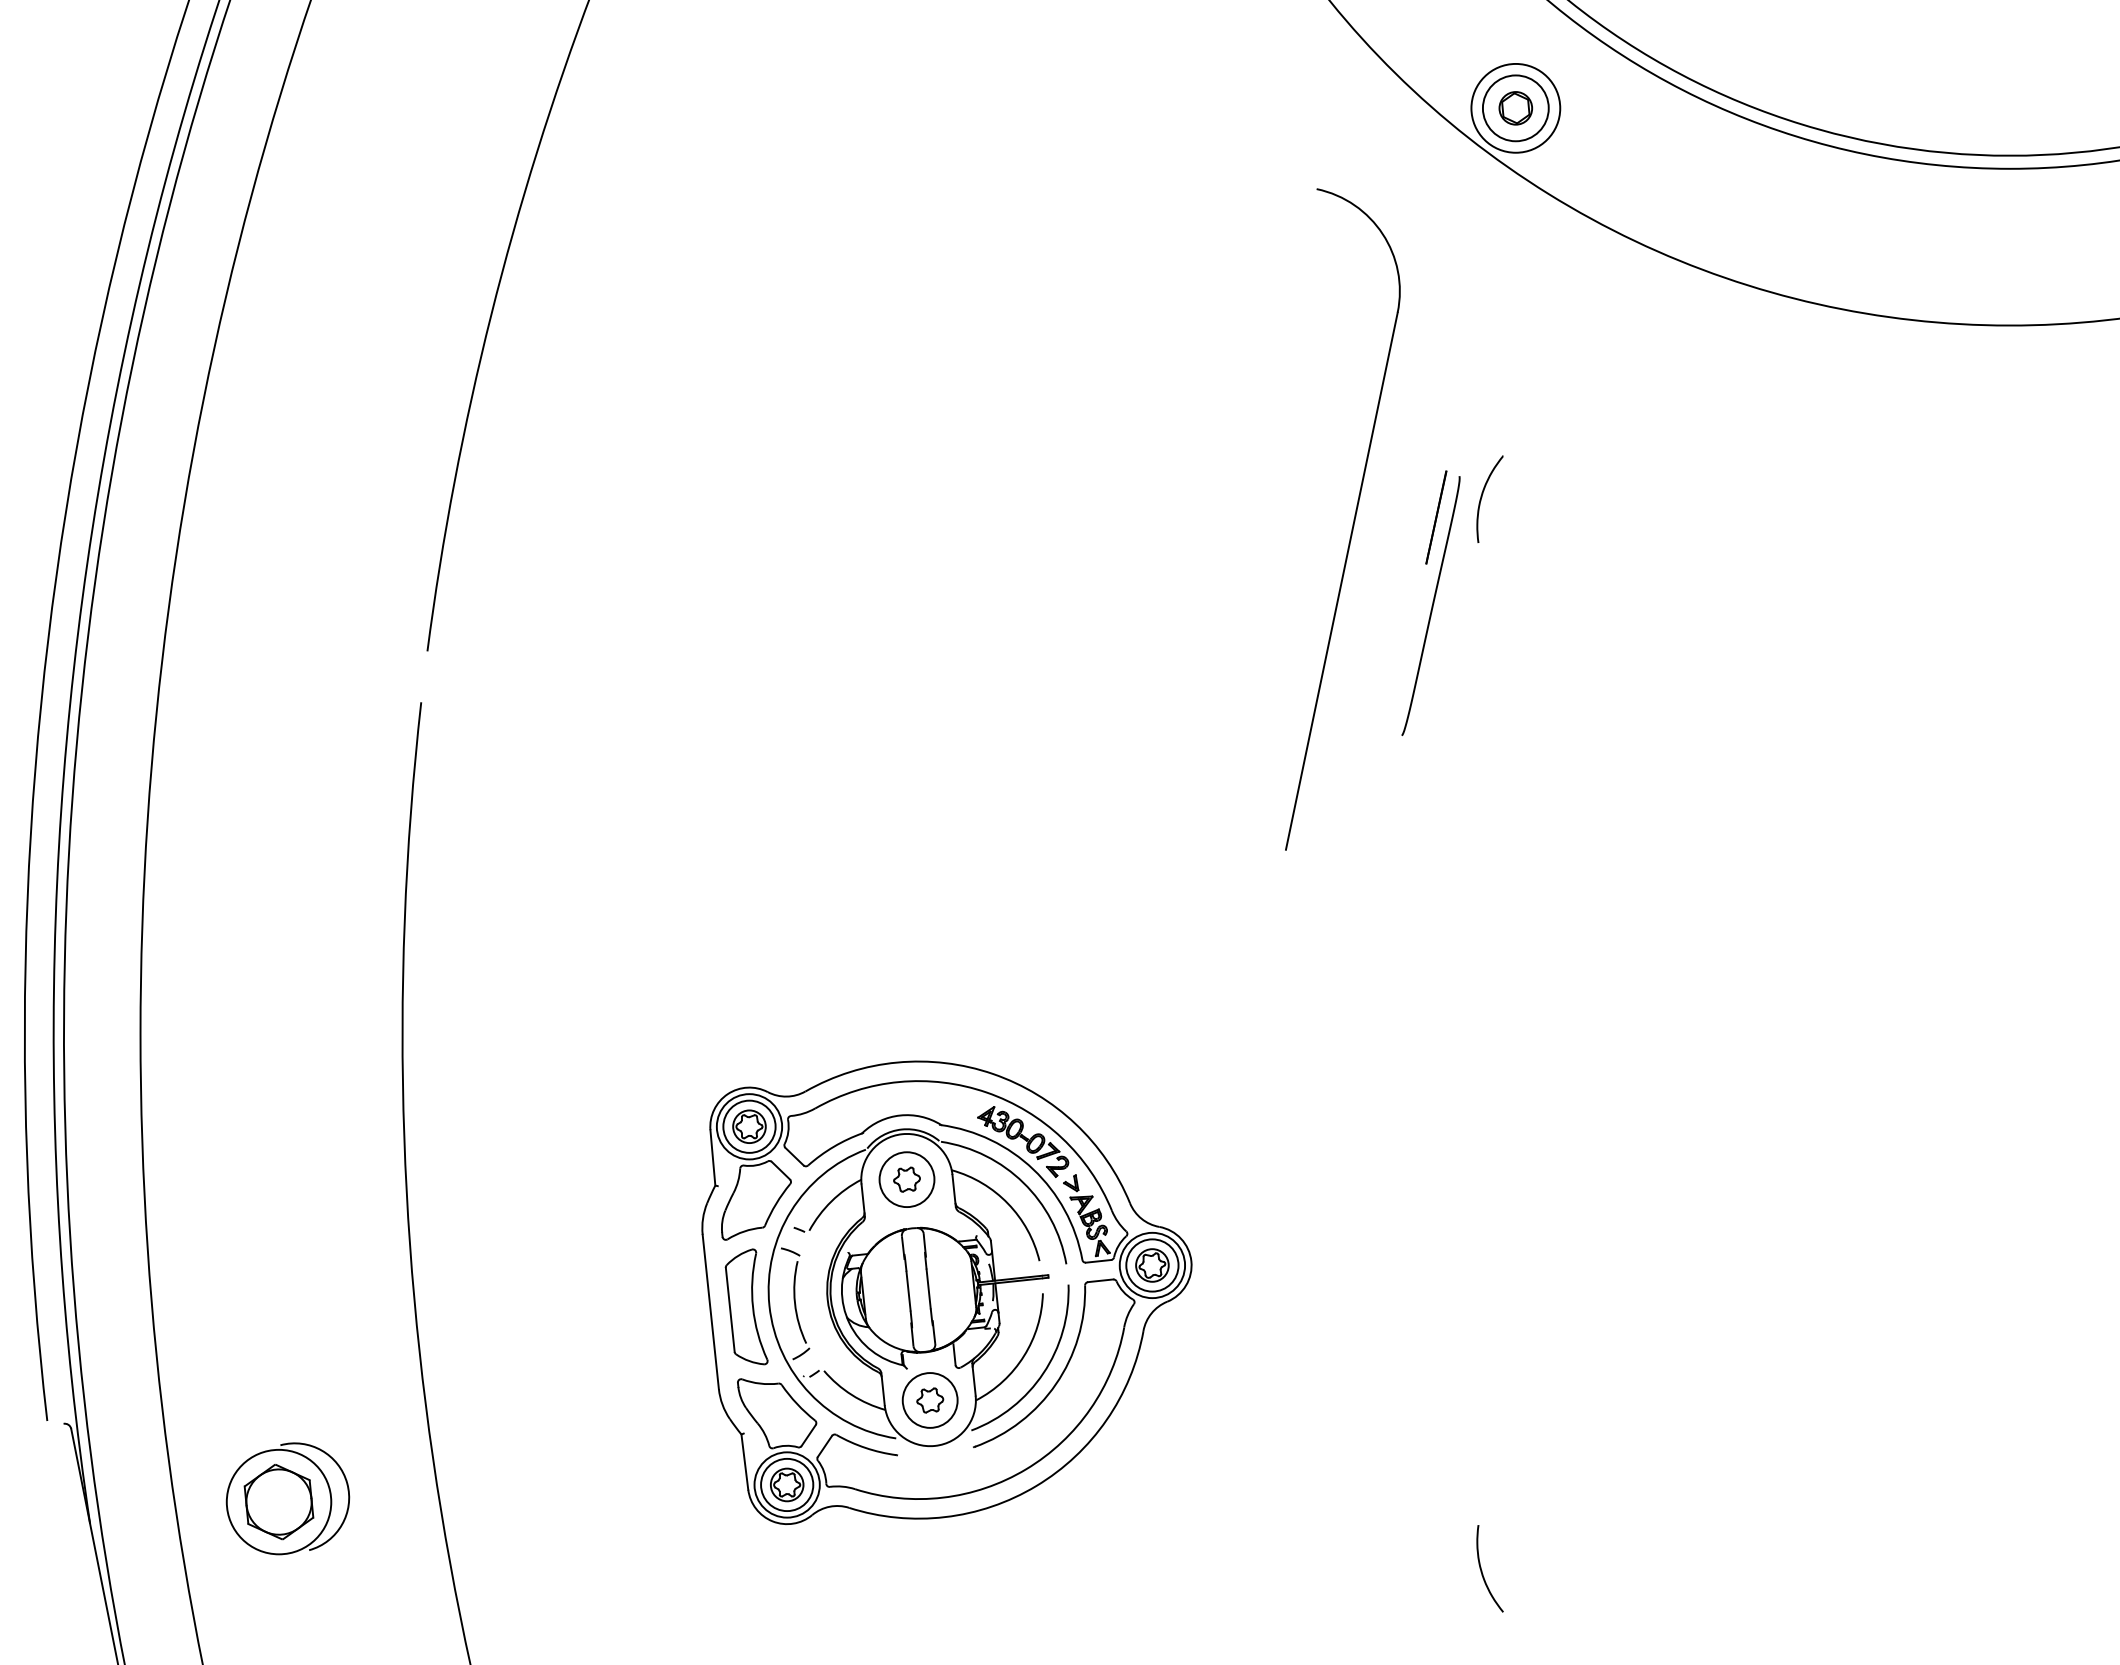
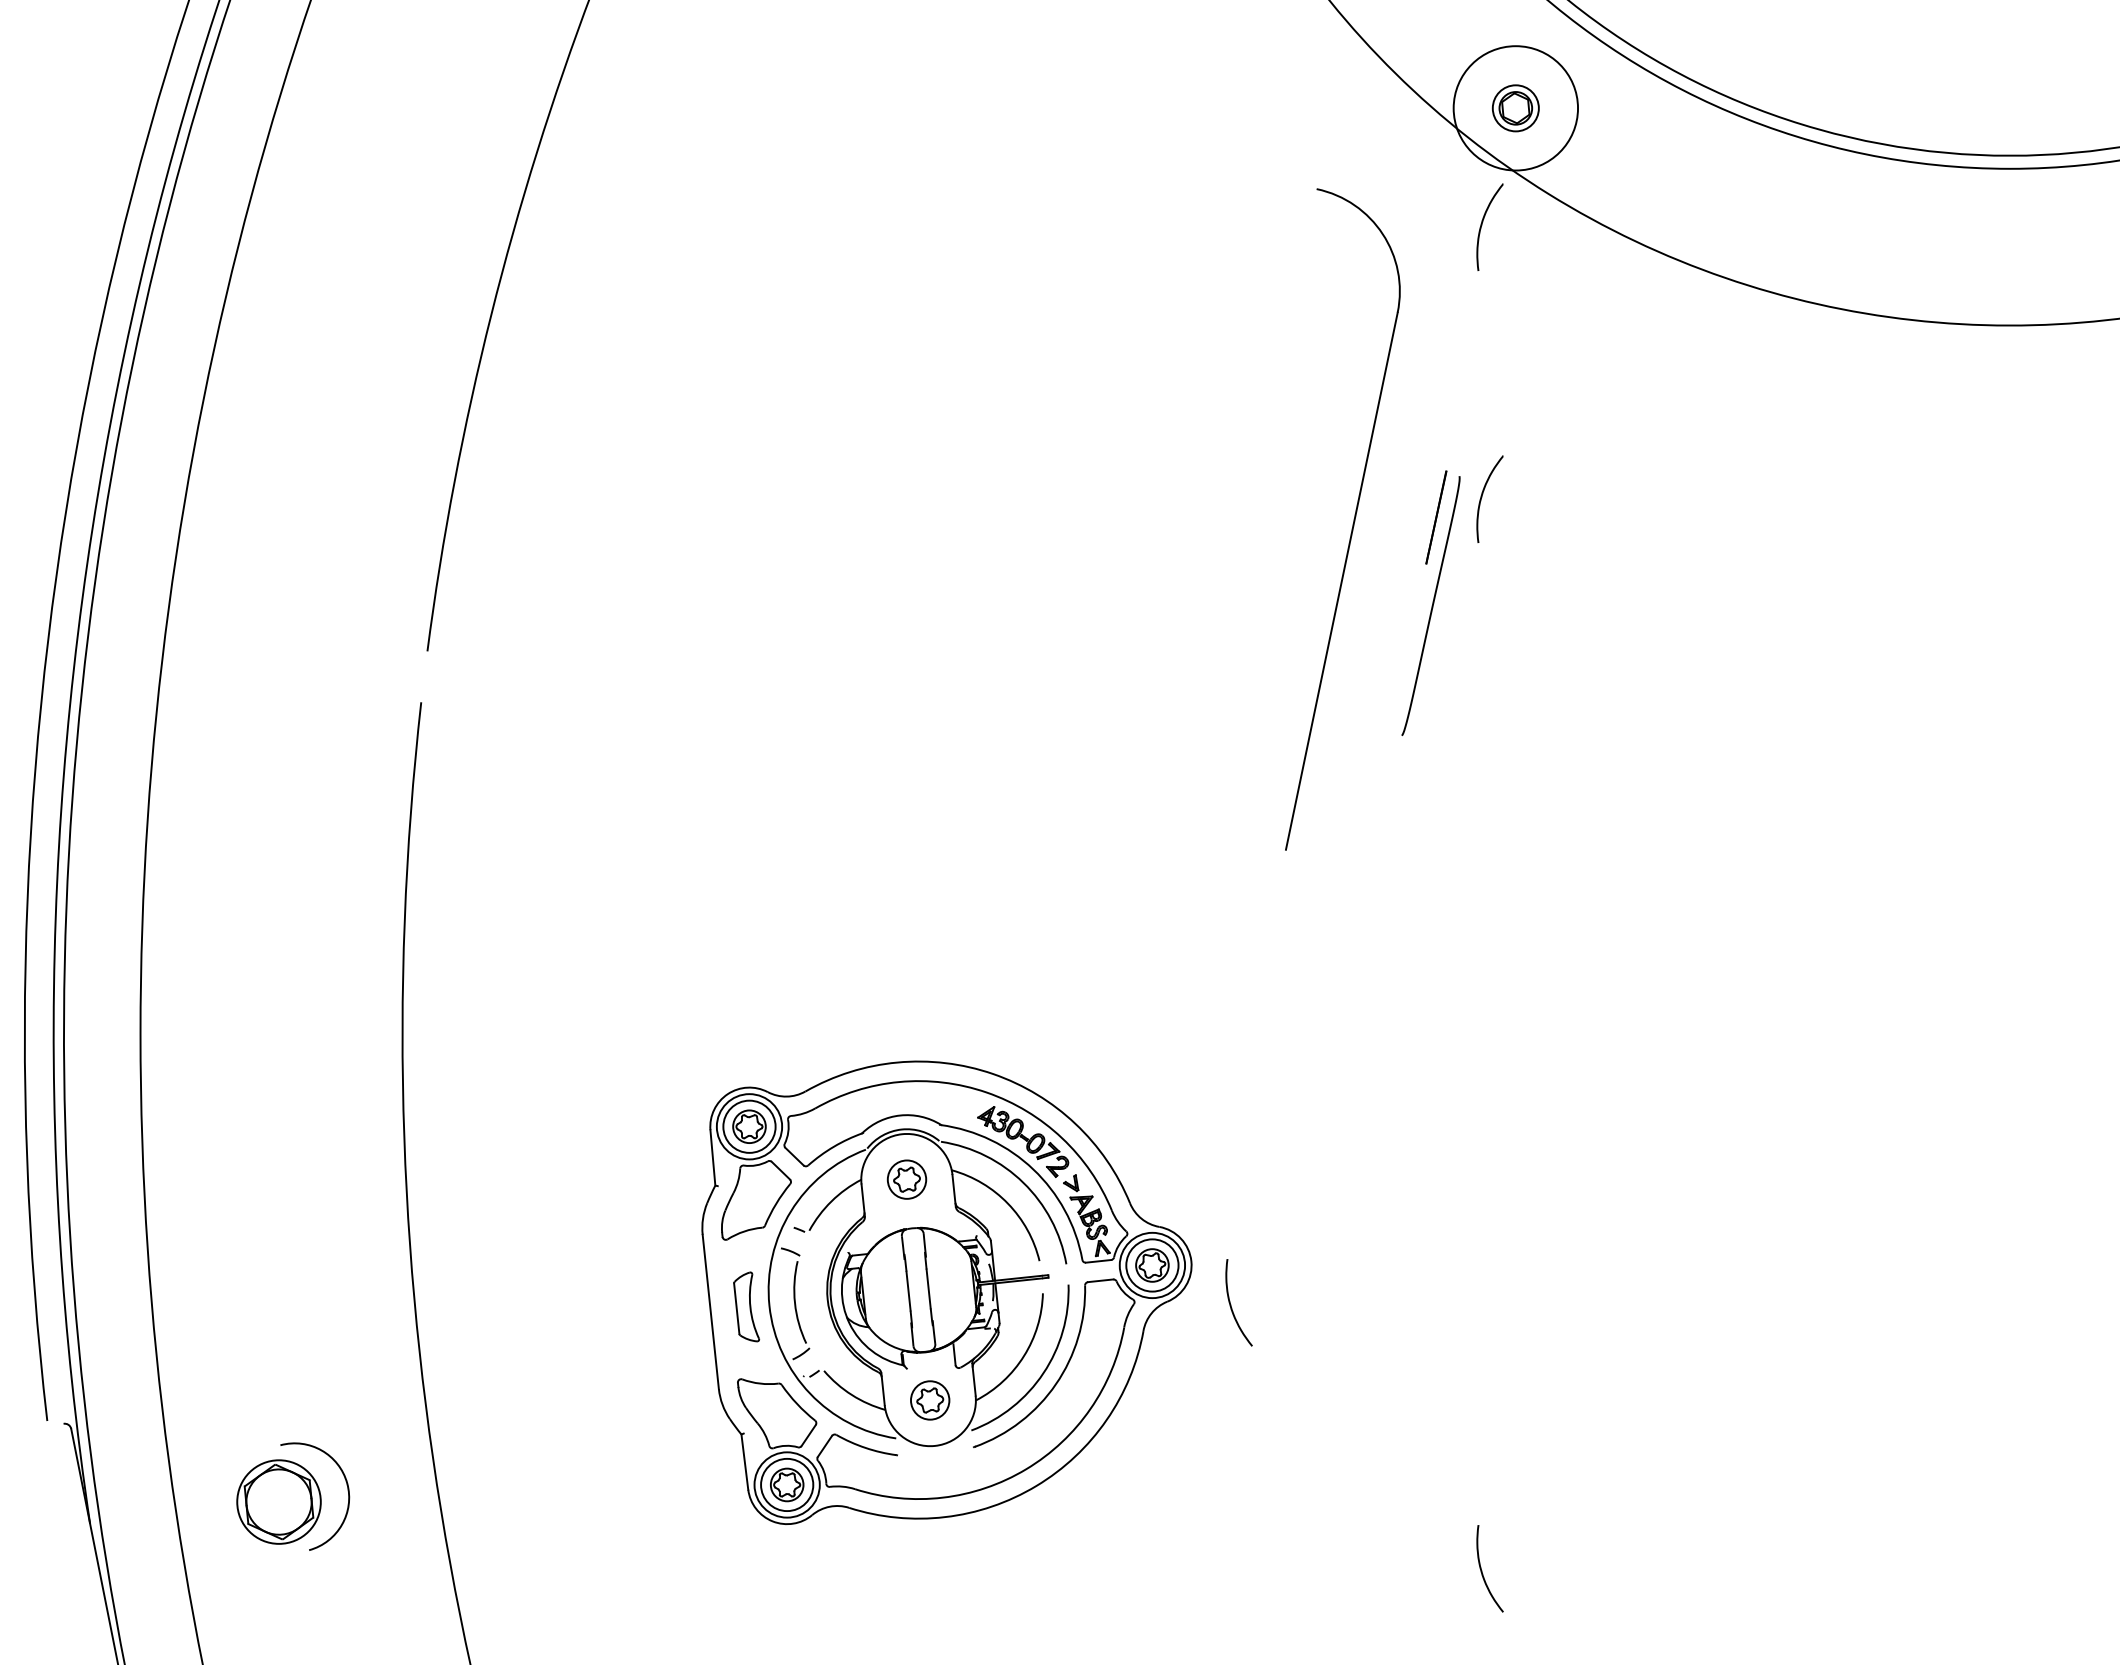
circle at (1515, 107) diameter: 89 px -> 124 px
circle at (1515, 108) diameter: 66 px -> 46 px
curve at (1482, 225): none -> present
circle at (906, 1179) diameter: 55 px -> 38 px
curve at (1231, 1304): none -> present
part at (746, 1306) size: 45x118 px -> 28x72 px
circle at (929, 1400) diameter: 55 px -> 38 px
circle at (278, 1501) diameter: 104 px -> 84 px
